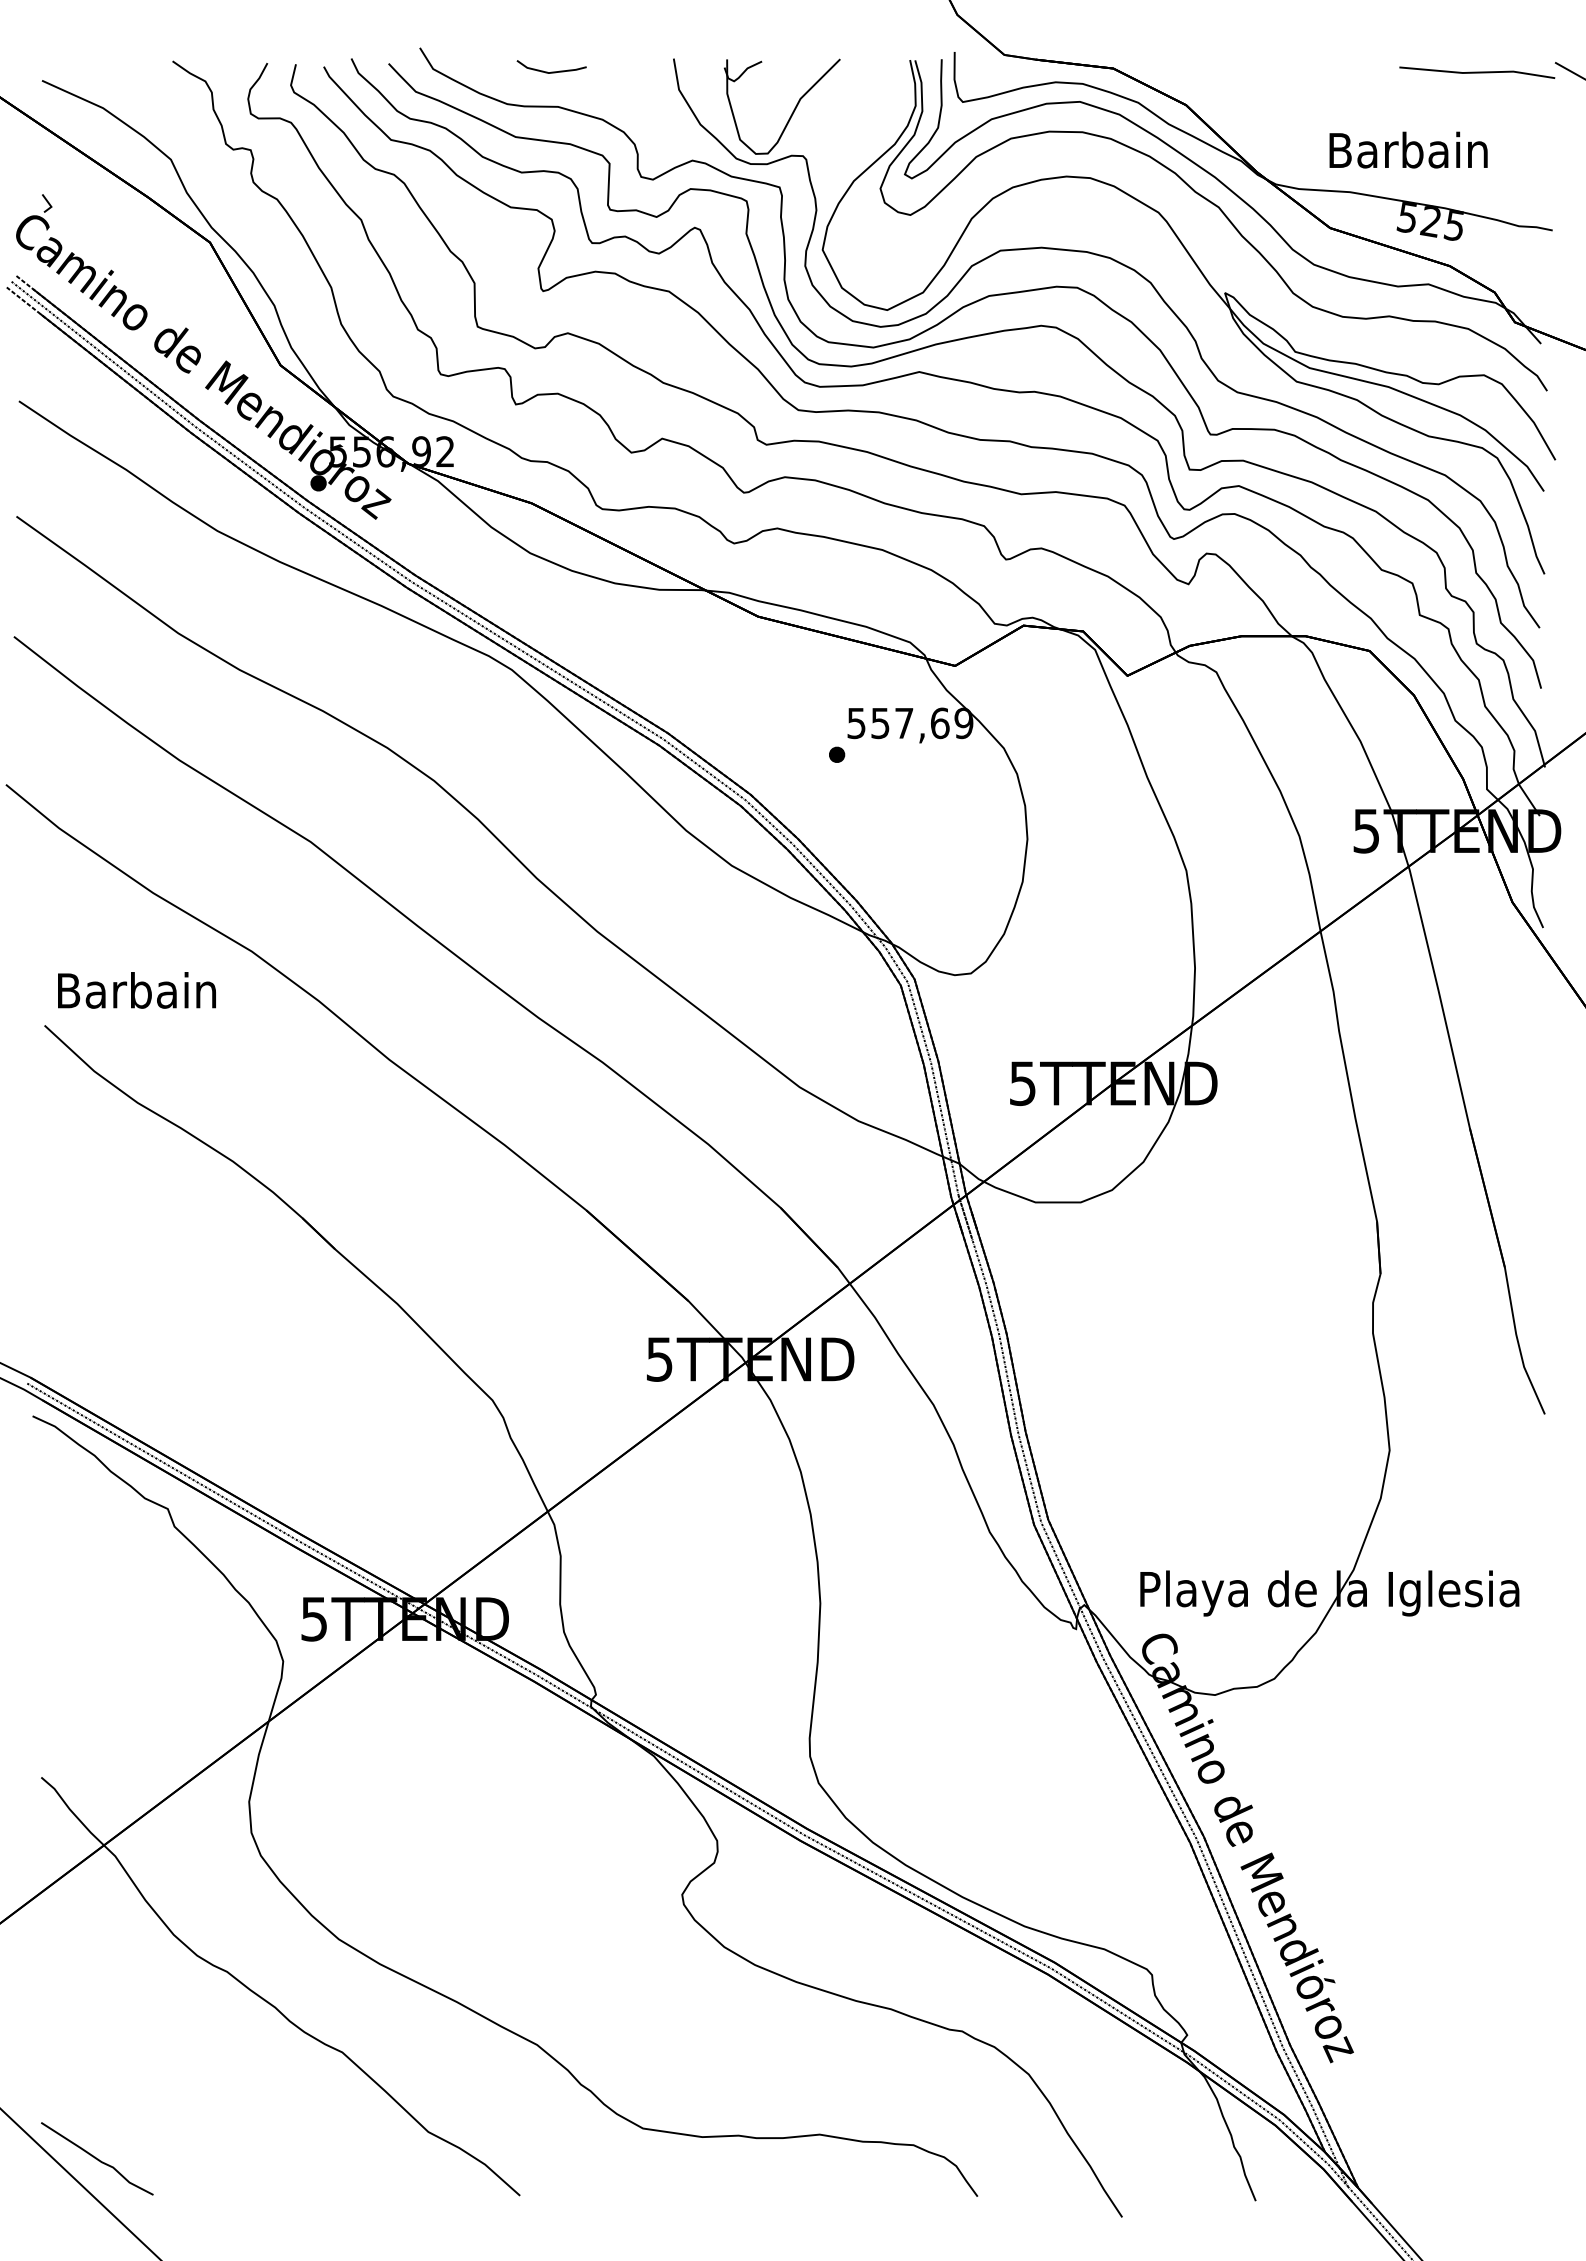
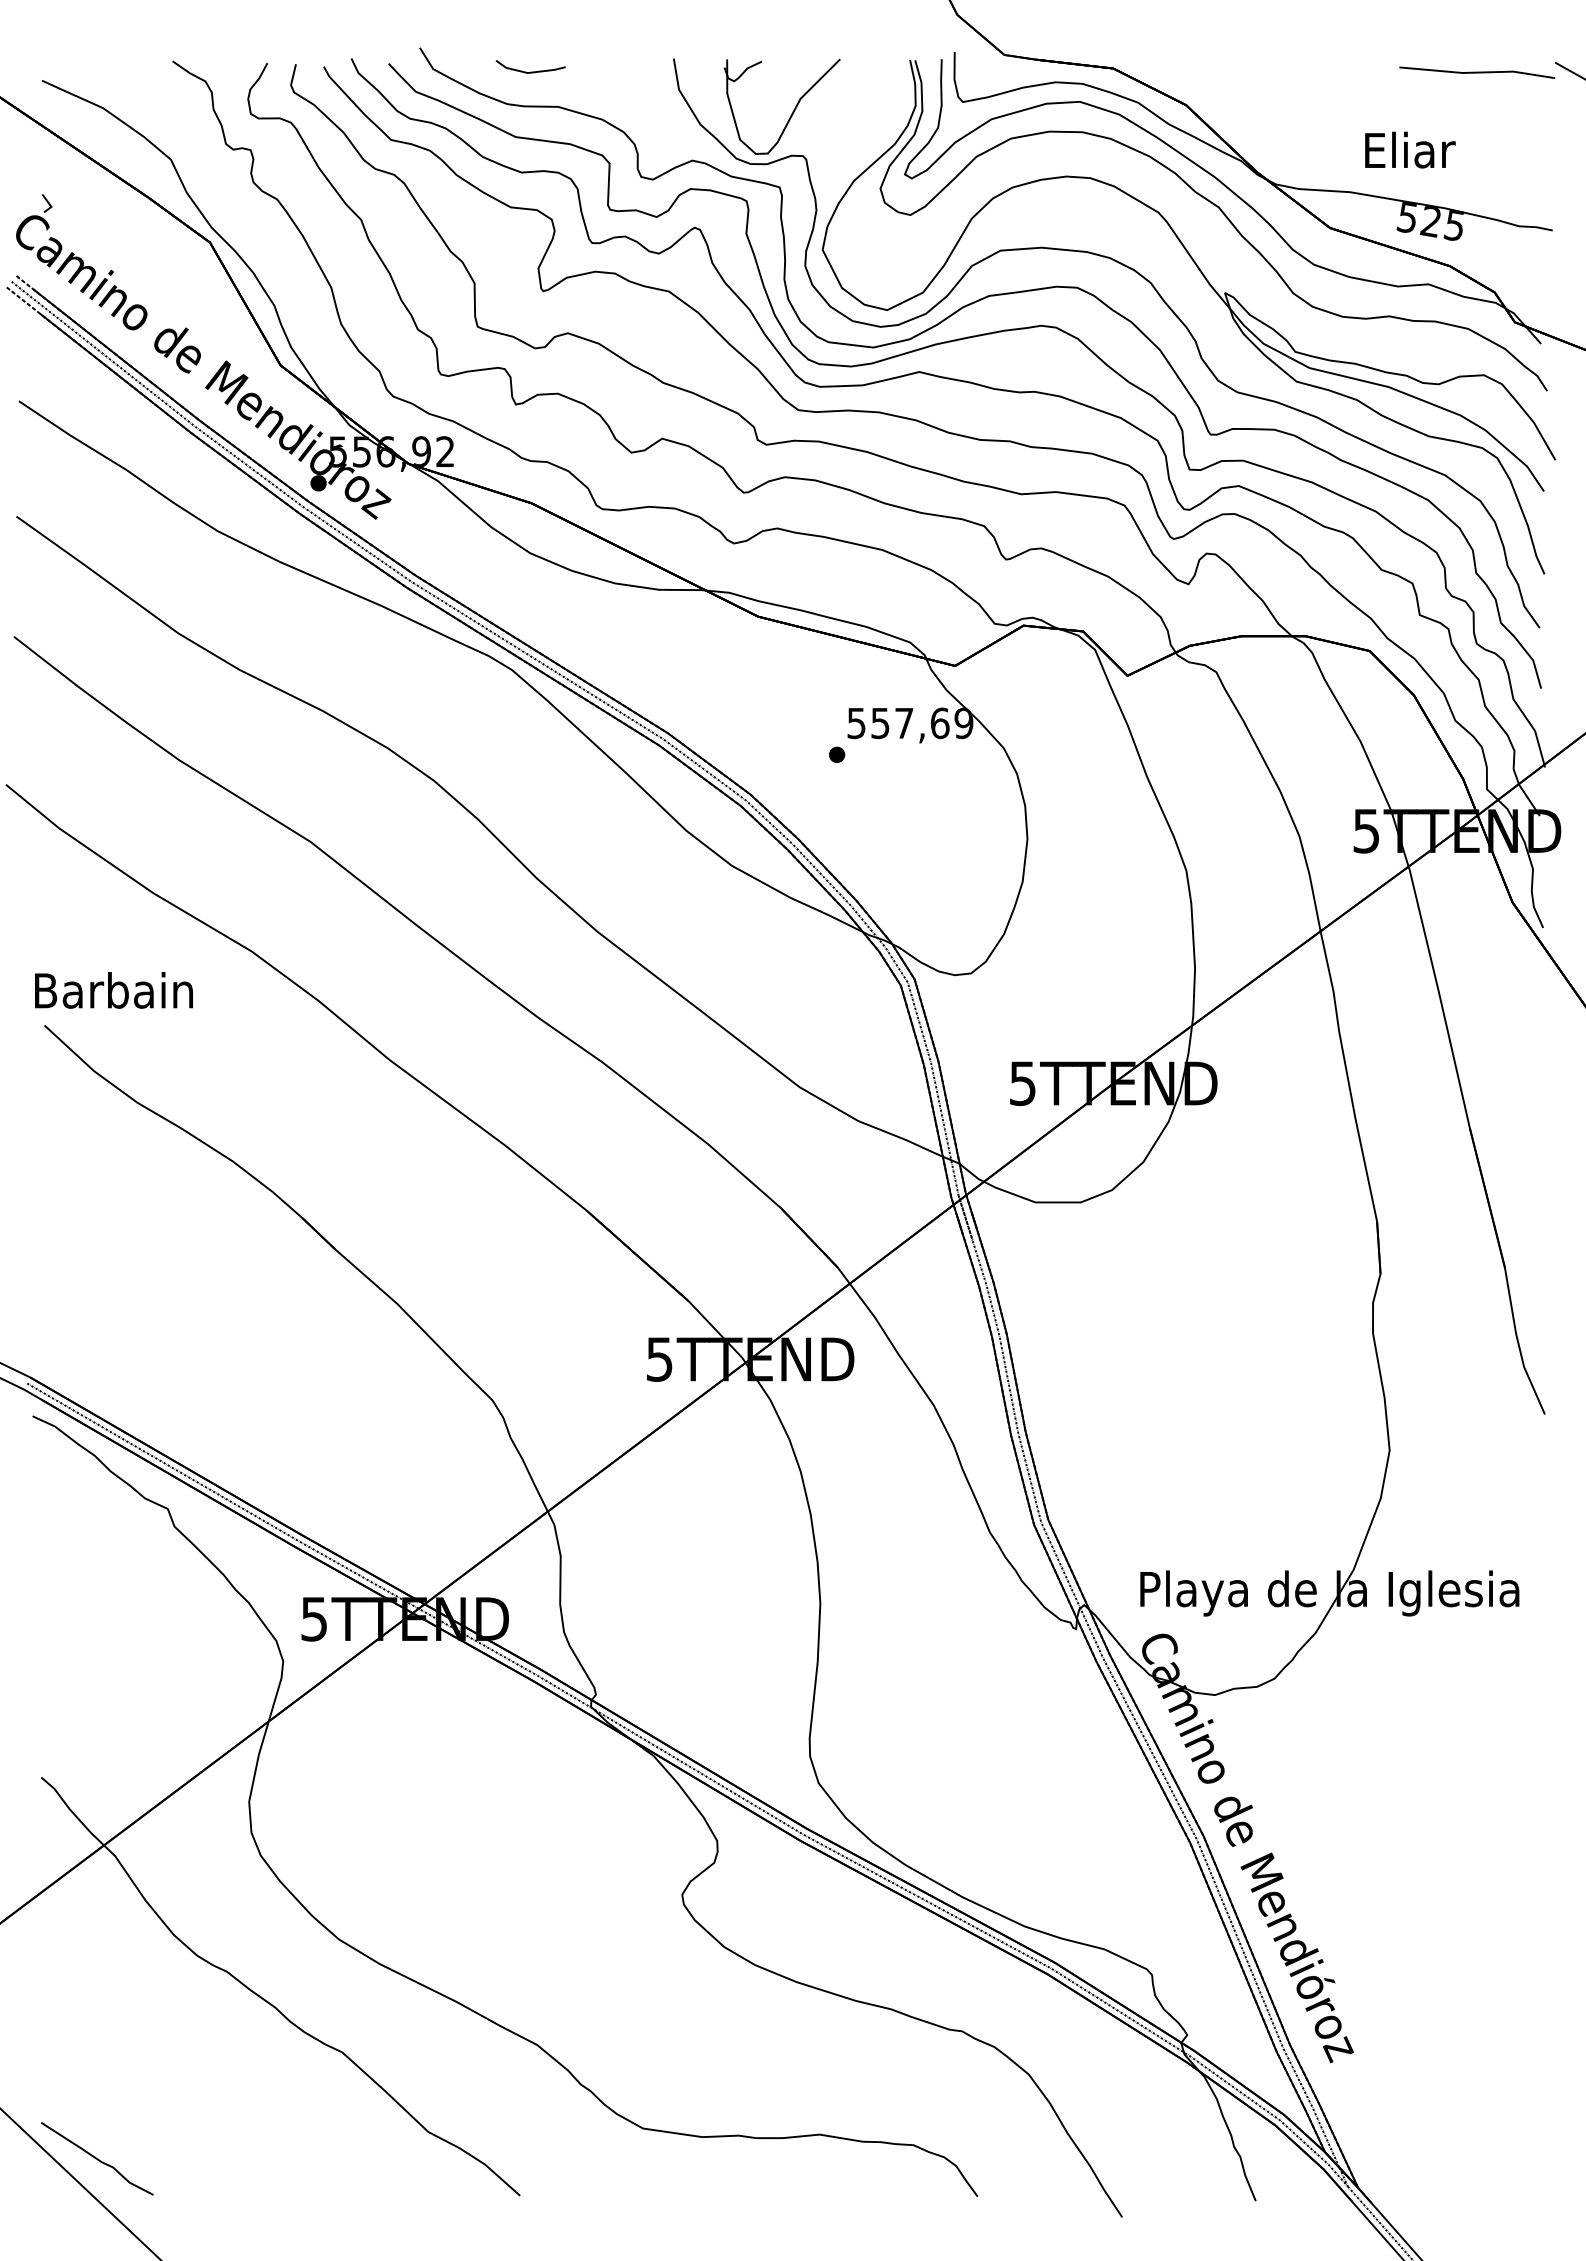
curve at (551, 71) position: (551, 71) -> (530, 71)
text at (1408, 149): Barbain -> Eliar
text at (136, 990) position: (136, 990) -> (113, 990)
